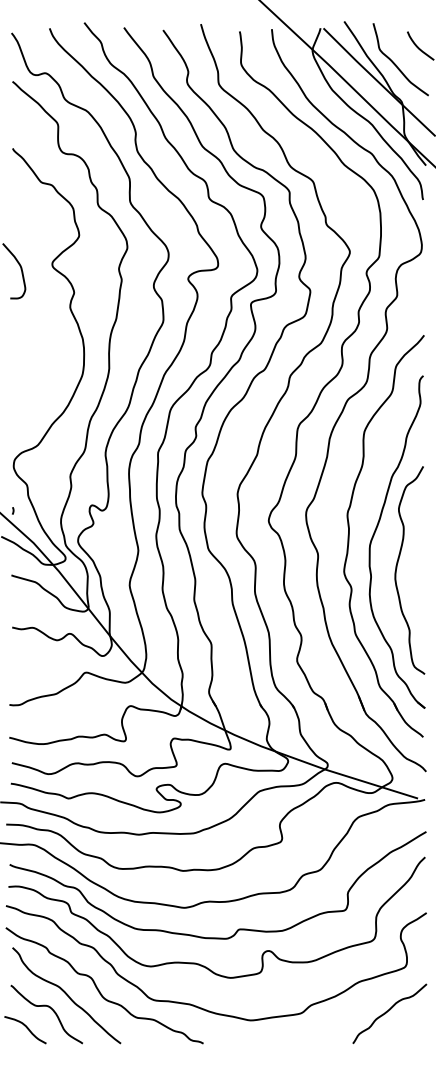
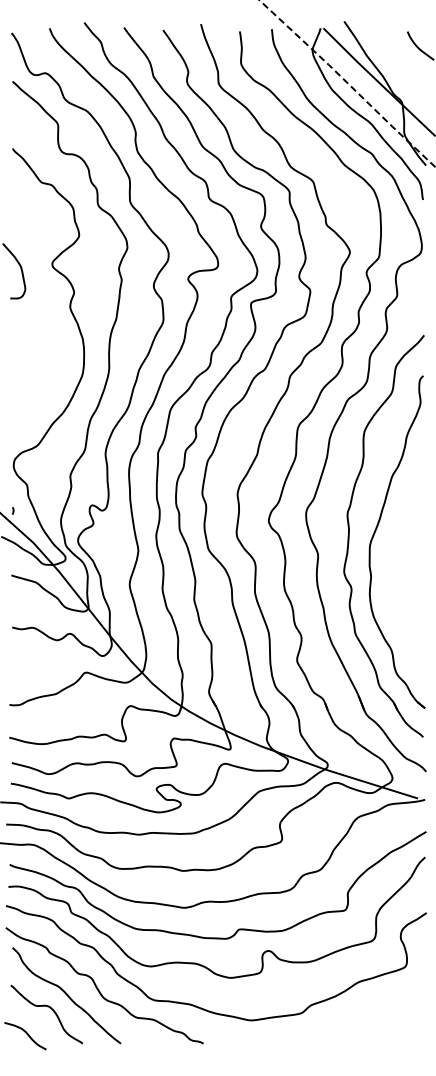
curve at (395, 63): present -> none
line at (347, 83): solid -> dashed
curve at (397, 568): present -> none
curve at (388, 1011): present -> none
curve at (26, 1028) position: (26, 1028) -> (26, 1034)
